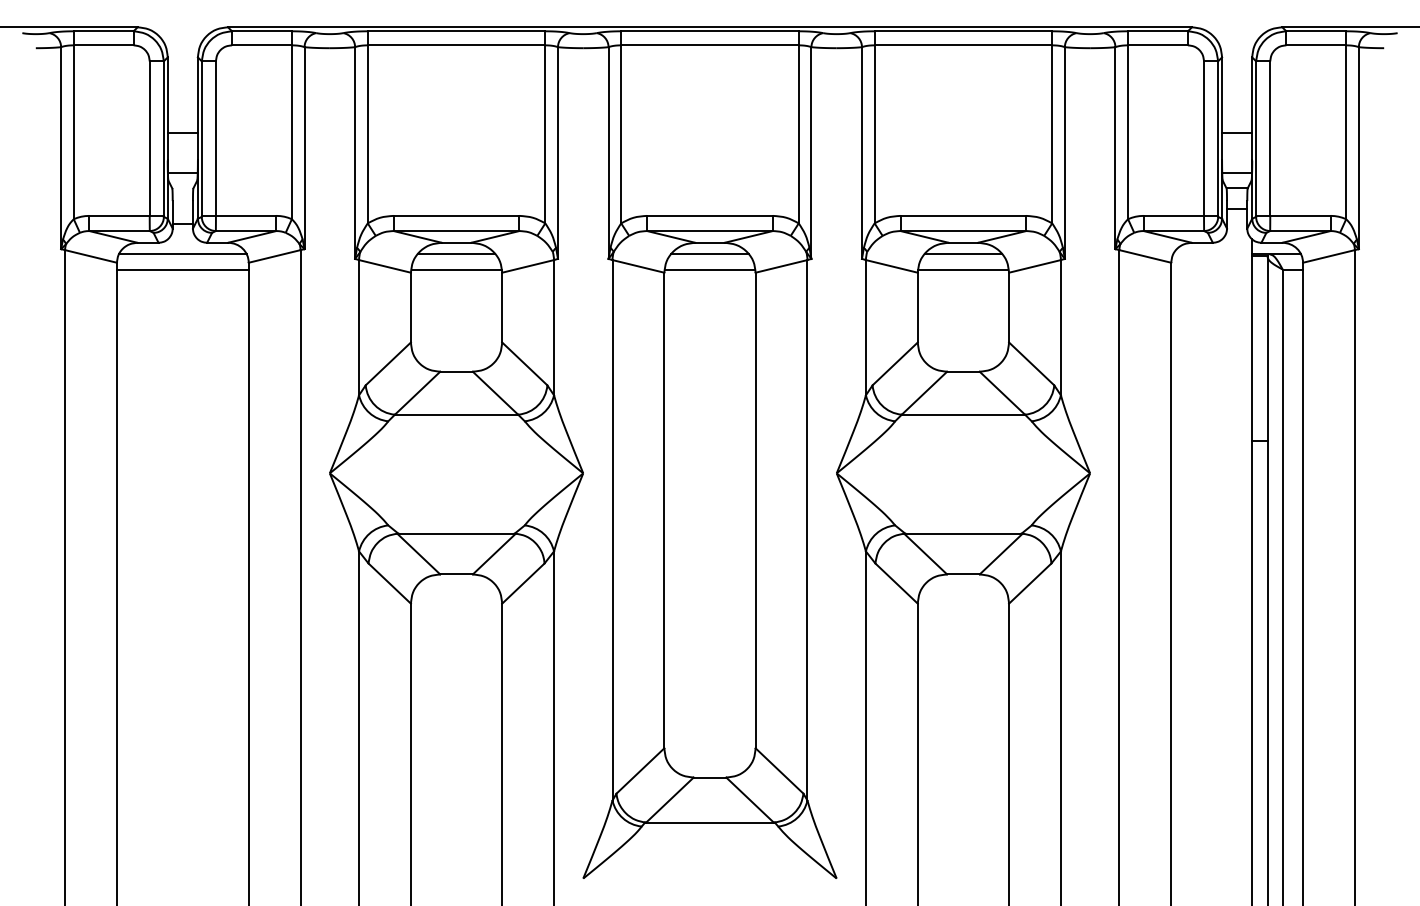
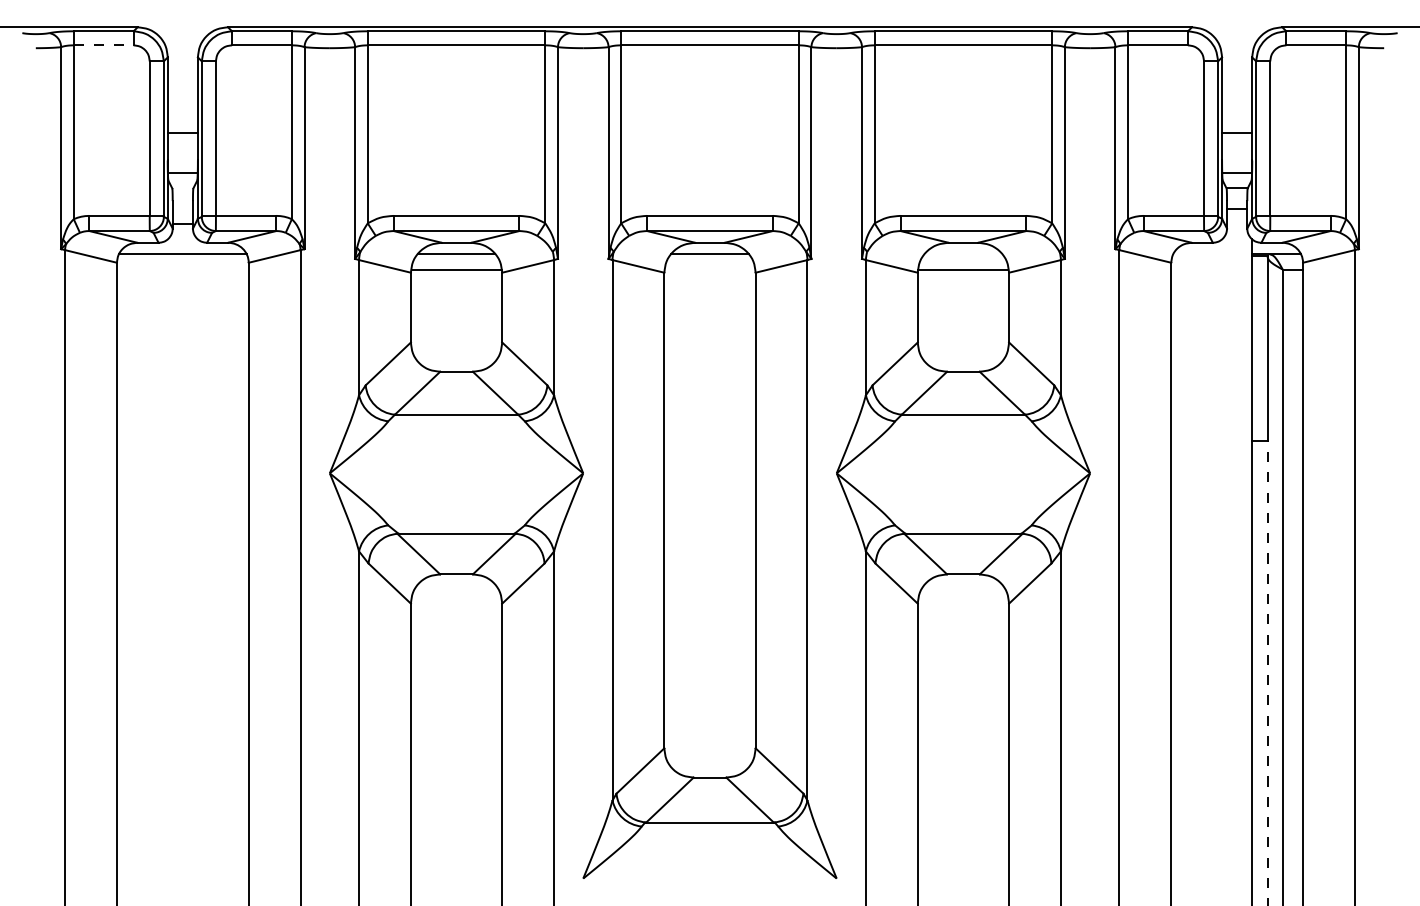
line at (103, 45): solid -> dashed
line at (963, 254): present -> none
line at (182, 269): present -> none
line at (709, 269): present -> none
line at (1267, 672): solid -> dashed
